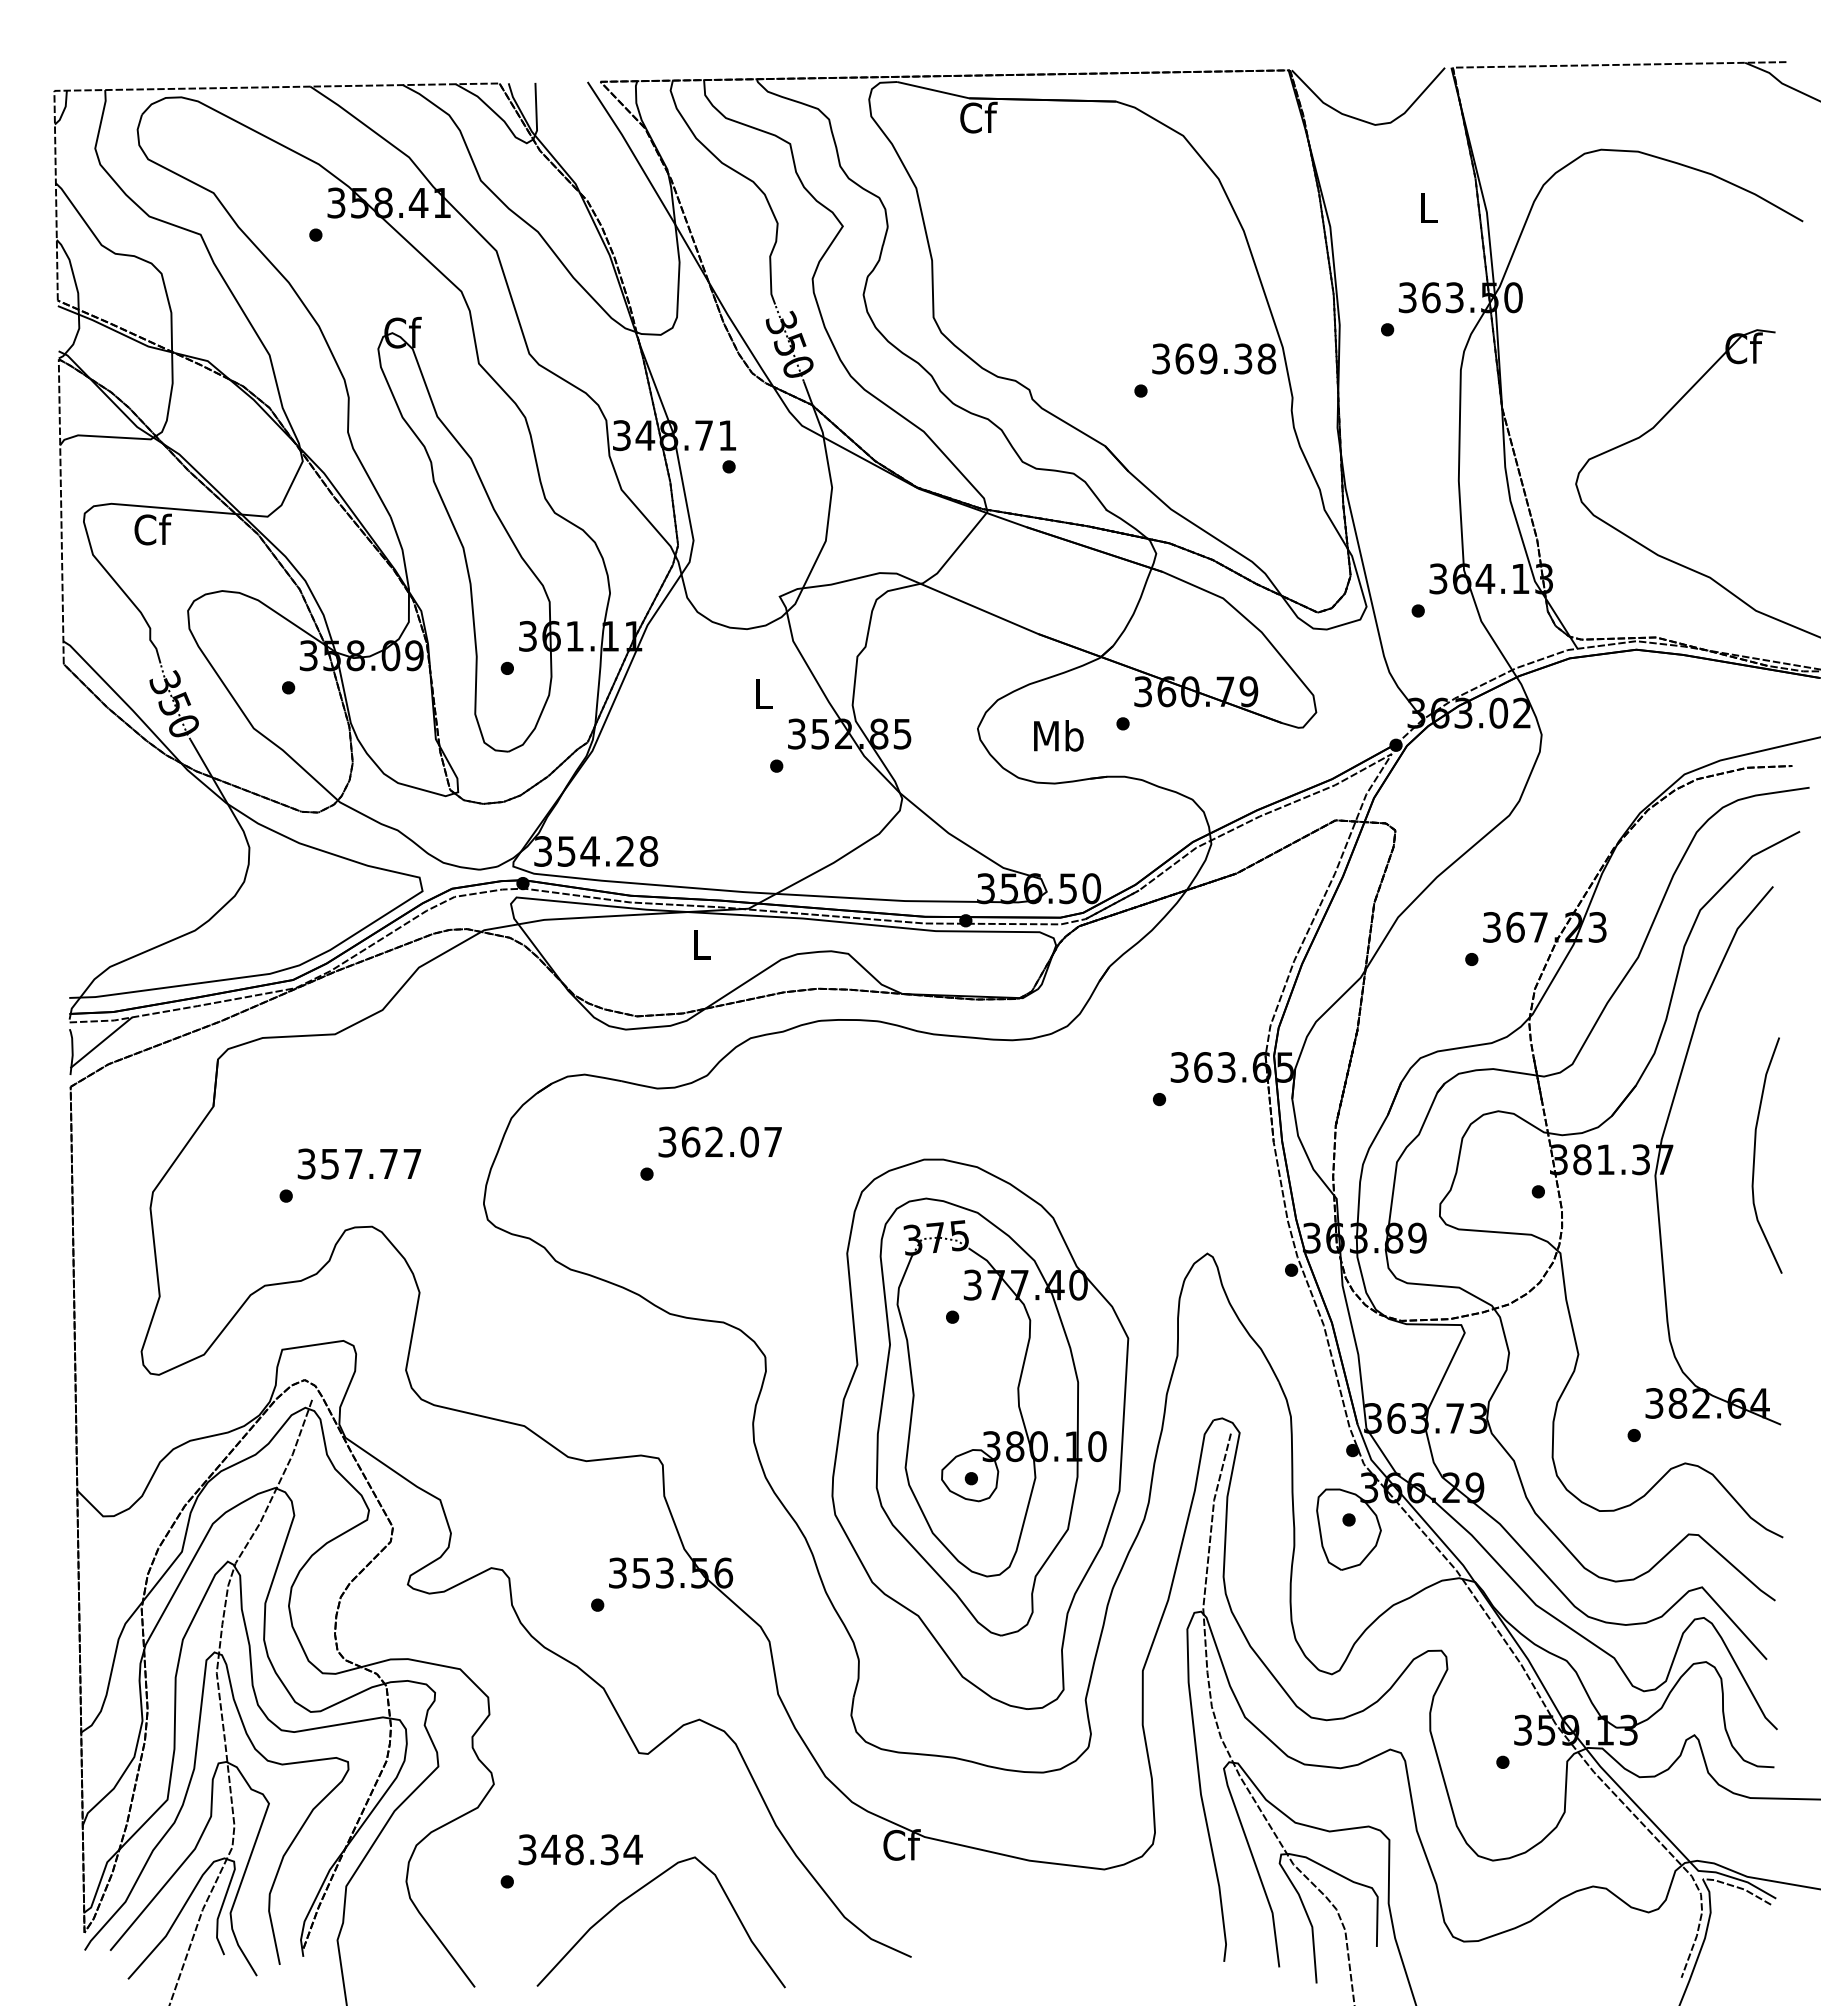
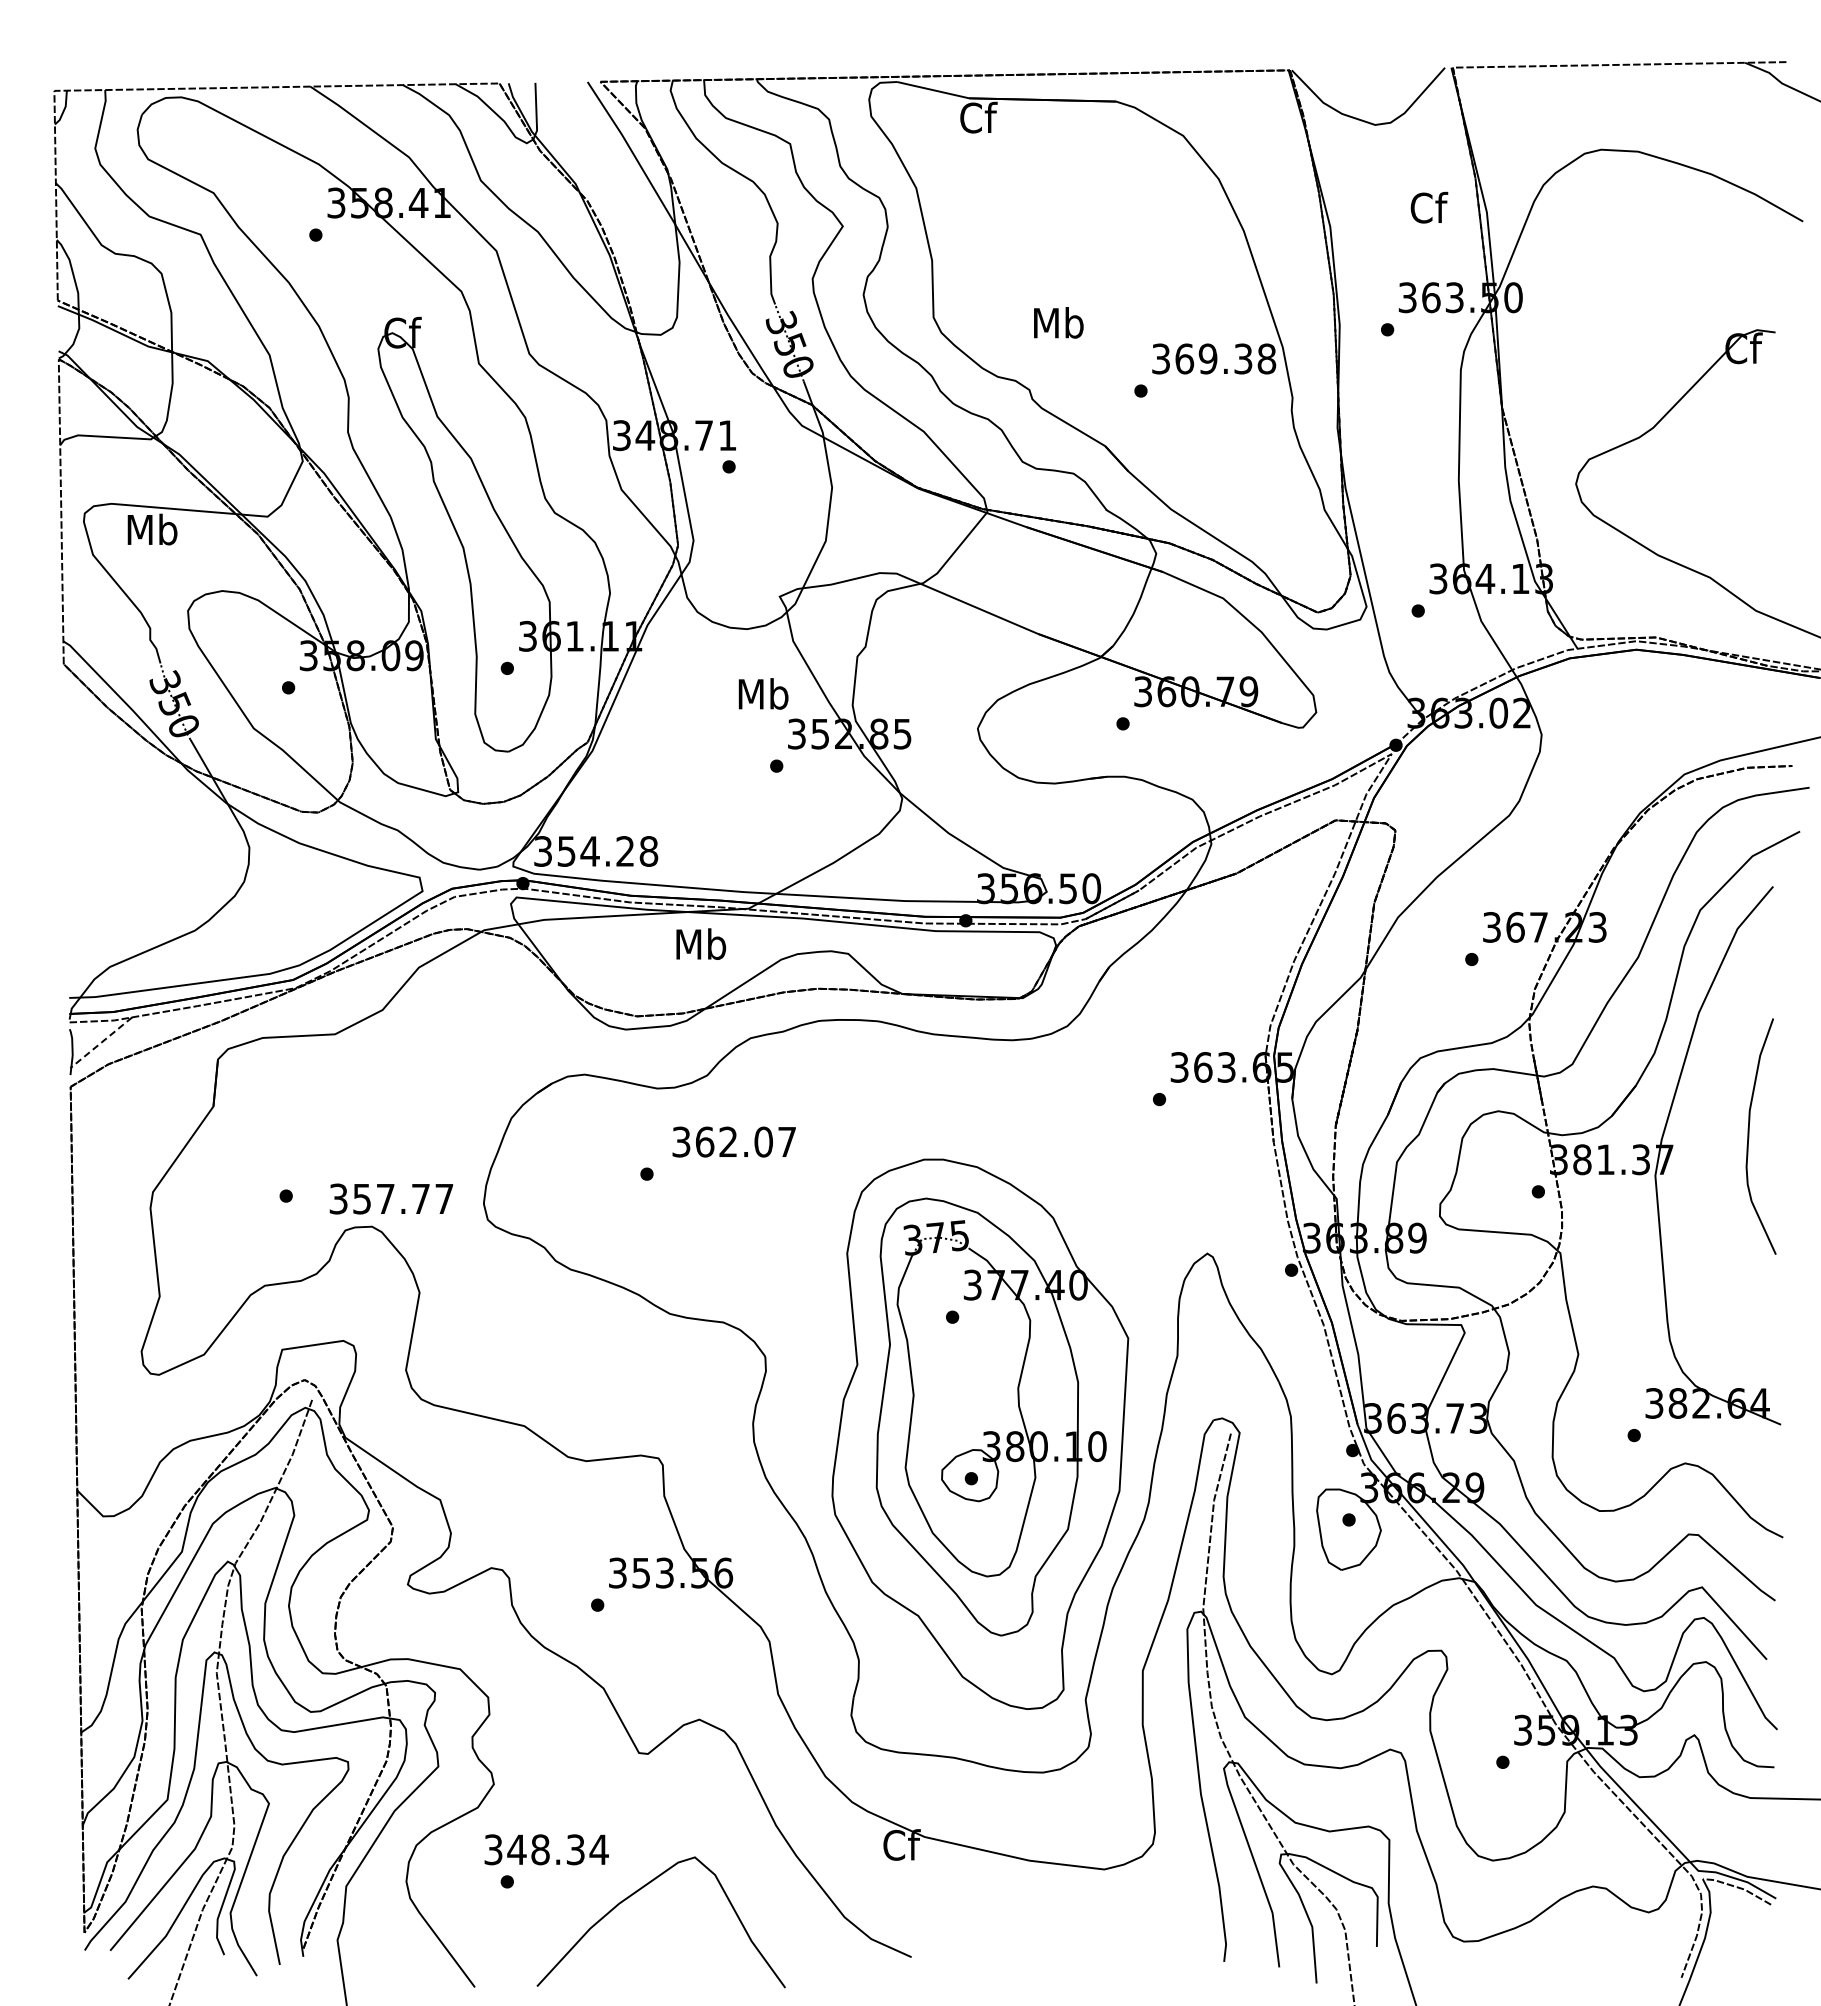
text at (1429, 207): L -> Cf
text at (152, 529): Cf -> Mb
text at (763, 693): L -> Mb
text at (1058, 735) position: (1058, 735) -> (1058, 322)
text at (701, 943): L -> Mb
line at (100, 1043): solid -> dashed
text at (719, 1141) position: (719, 1141) -> (733, 1141)
curve at (1755, 1155) position: (1755, 1155) -> (1749, 1136)
text at (359, 1163) position: (359, 1163) -> (391, 1198)
text at (580, 1849) position: (580, 1849) -> (546, 1849)
